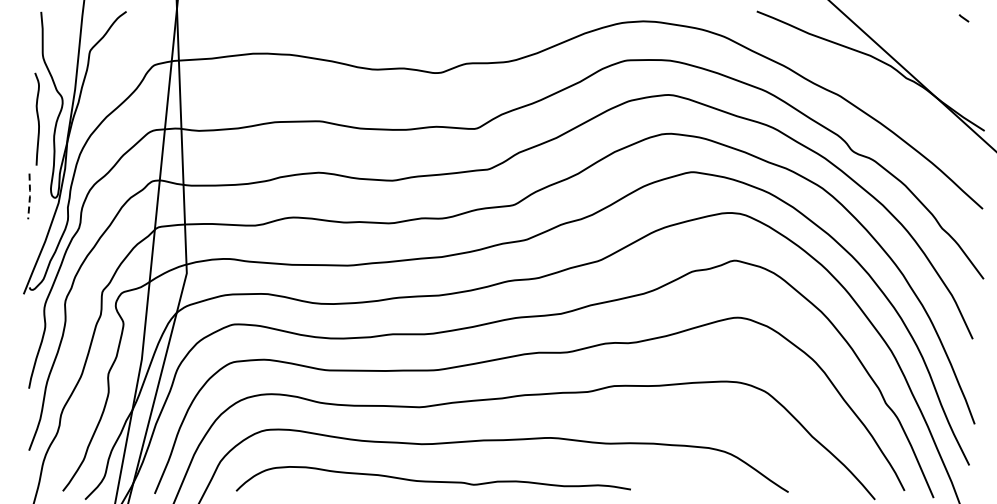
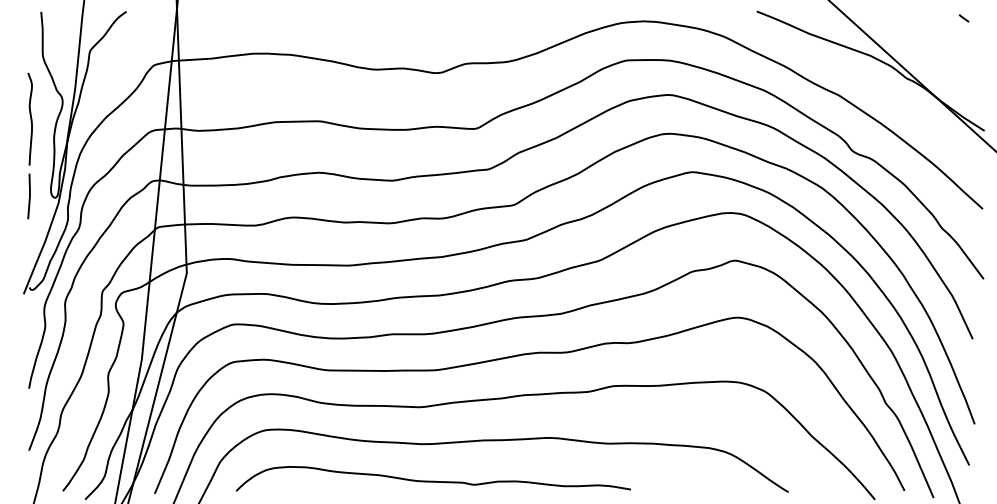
curve at (37, 118) position: (37, 118) -> (30, 118)
line at (29, 195): dashed -> solid
